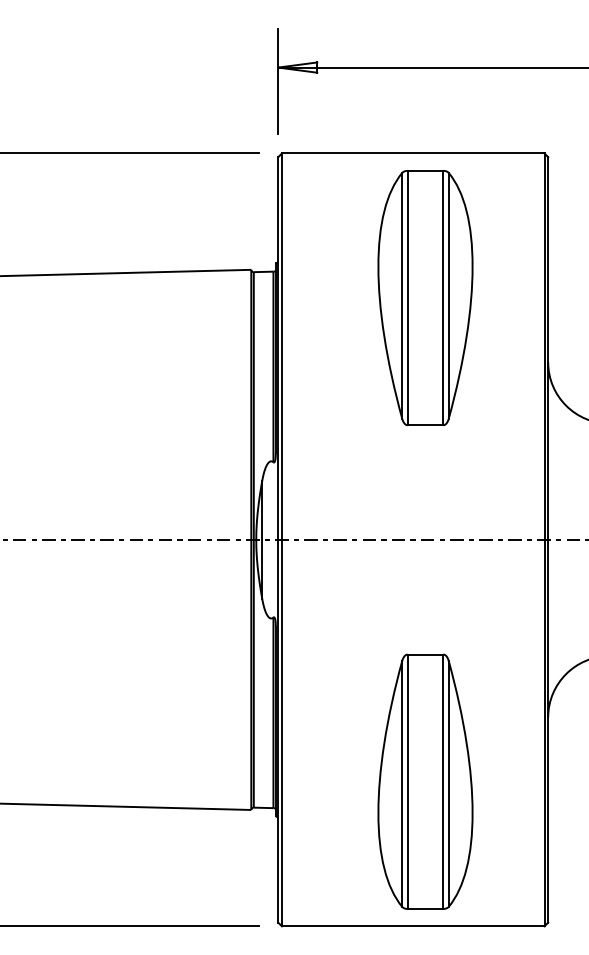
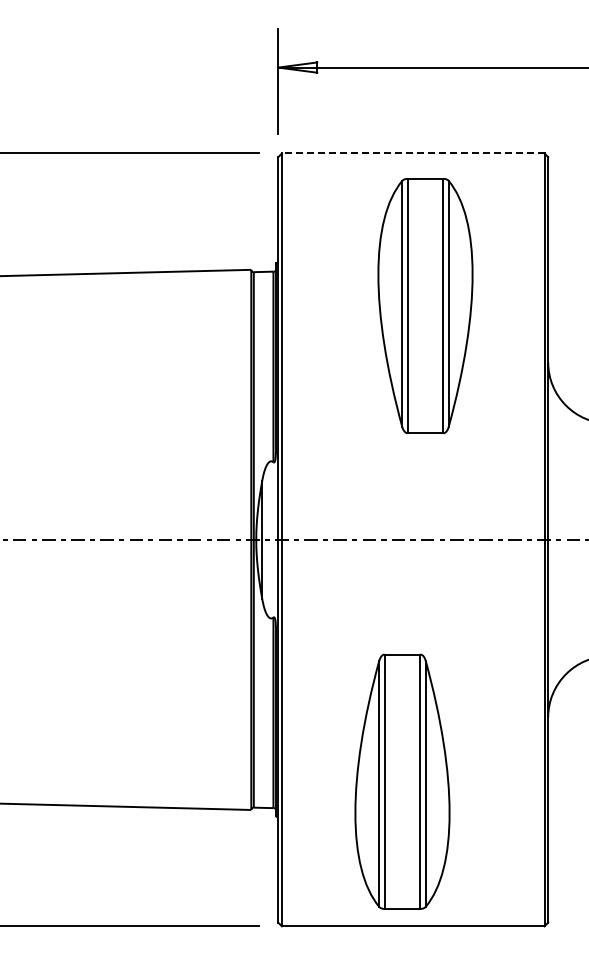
line at (412, 153): solid -> dashed
part at (425, 297) position: (425, 297) -> (425, 305)
part at (425, 781) position: (425, 781) -> (402, 781)
